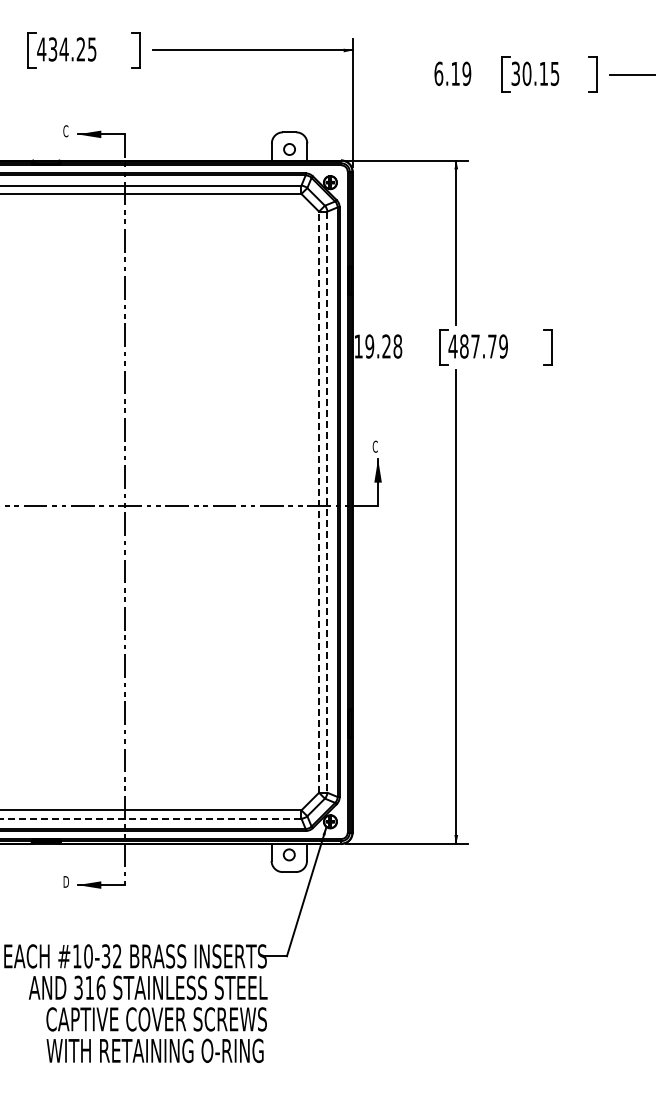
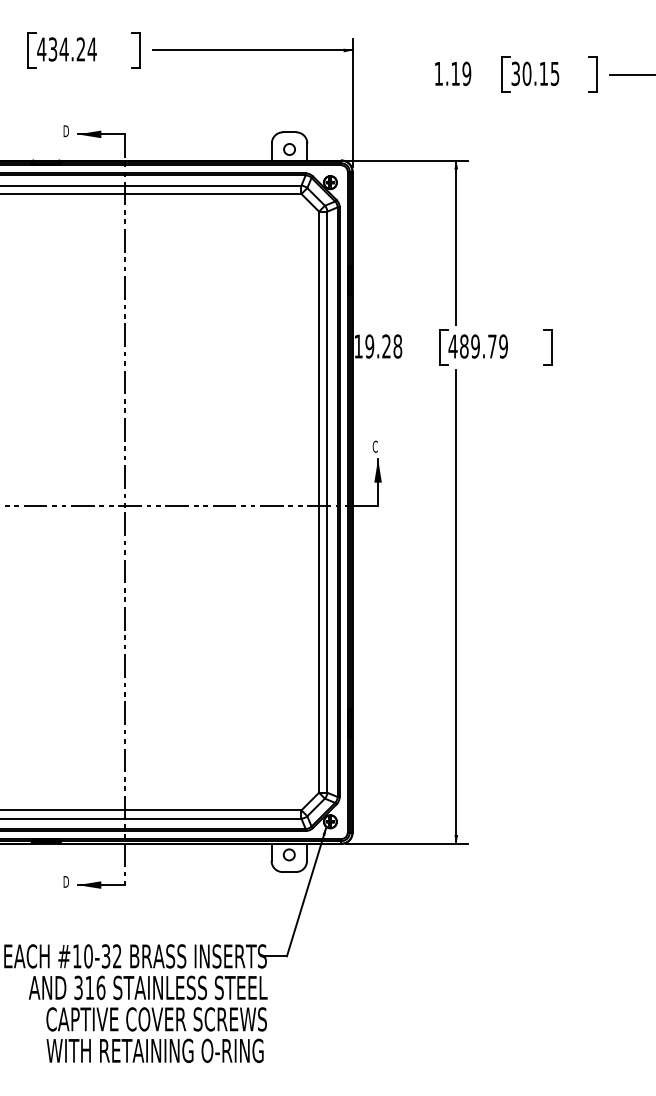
text at (91, 49): 434.25 -> 434.24
text at (438, 73): 6.19 -> 1.19
text at (65, 131): C -> D
text at (475, 346): 487.79 -> 489.79
line at (319, 502): dashed -> solid
line at (327, 502): dashed -> solid
line at (150, 818): dashed -> solid
